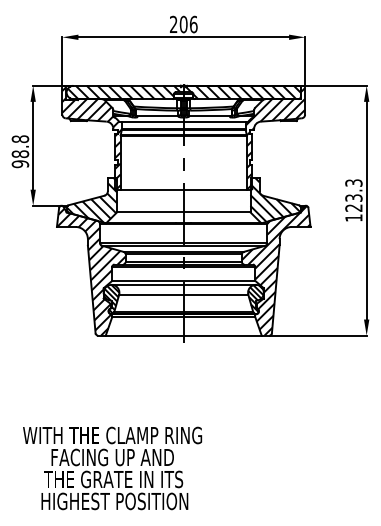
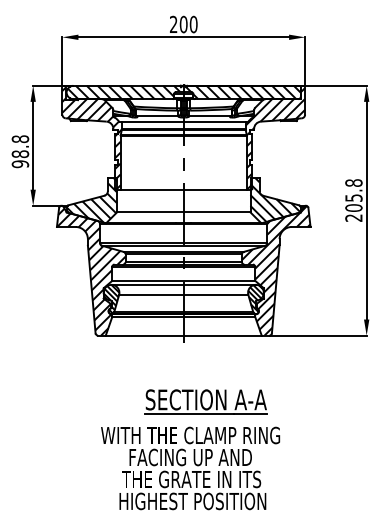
text at (193, 23): 206 -> 200
text at (353, 200): 123.3 -> 205.8
part at (205, 401): none -> present
text at (112, 468) position: (112, 468) -> (190, 468)
